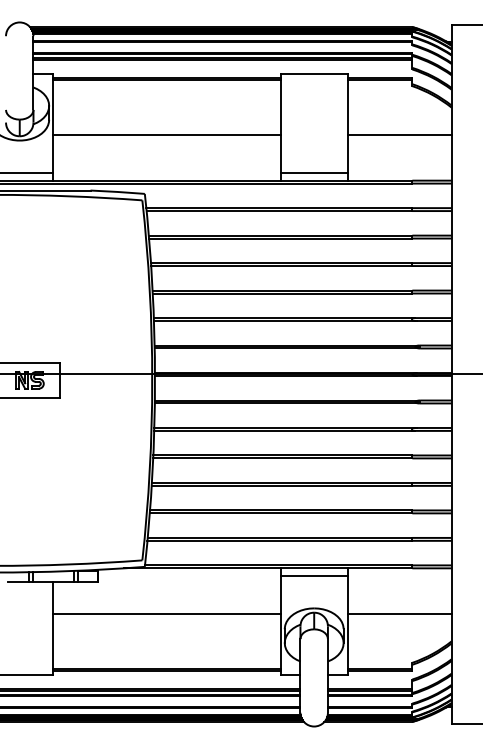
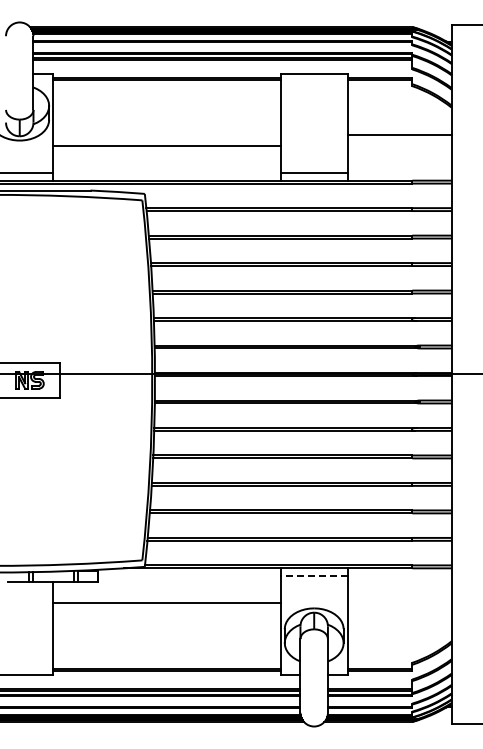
line at (166, 134) position: (166, 134) -> (166, 145)
line at (313, 576): solid -> dashed
line at (166, 614) position: (166, 614) -> (166, 603)
line at (399, 614): present -> none
